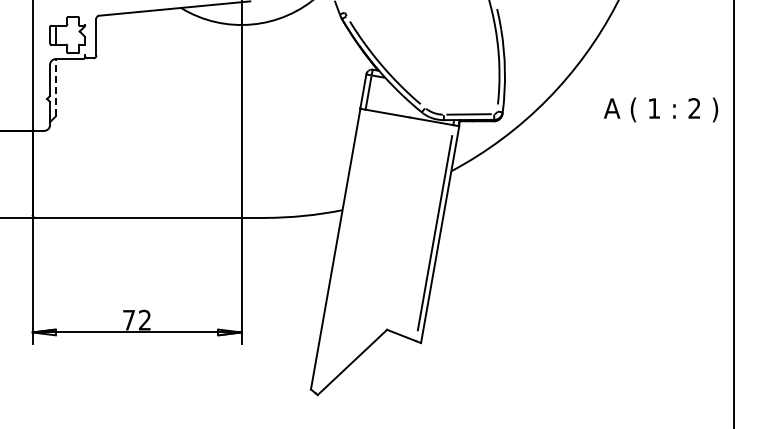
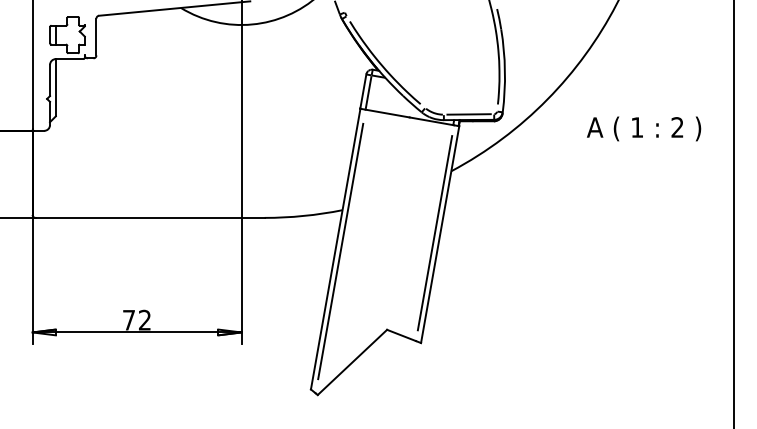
line at (55, 87): dashed -> solid
text at (661, 109) position: (661, 109) -> (644, 128)
line at (340, 251): none -> present
